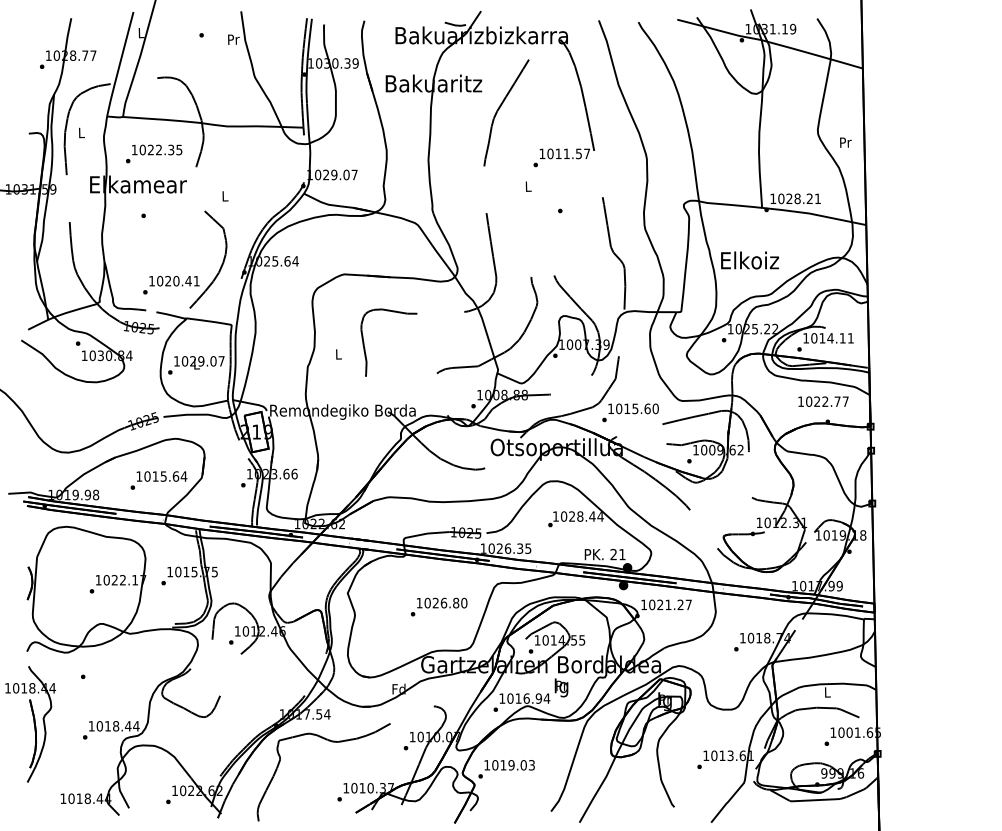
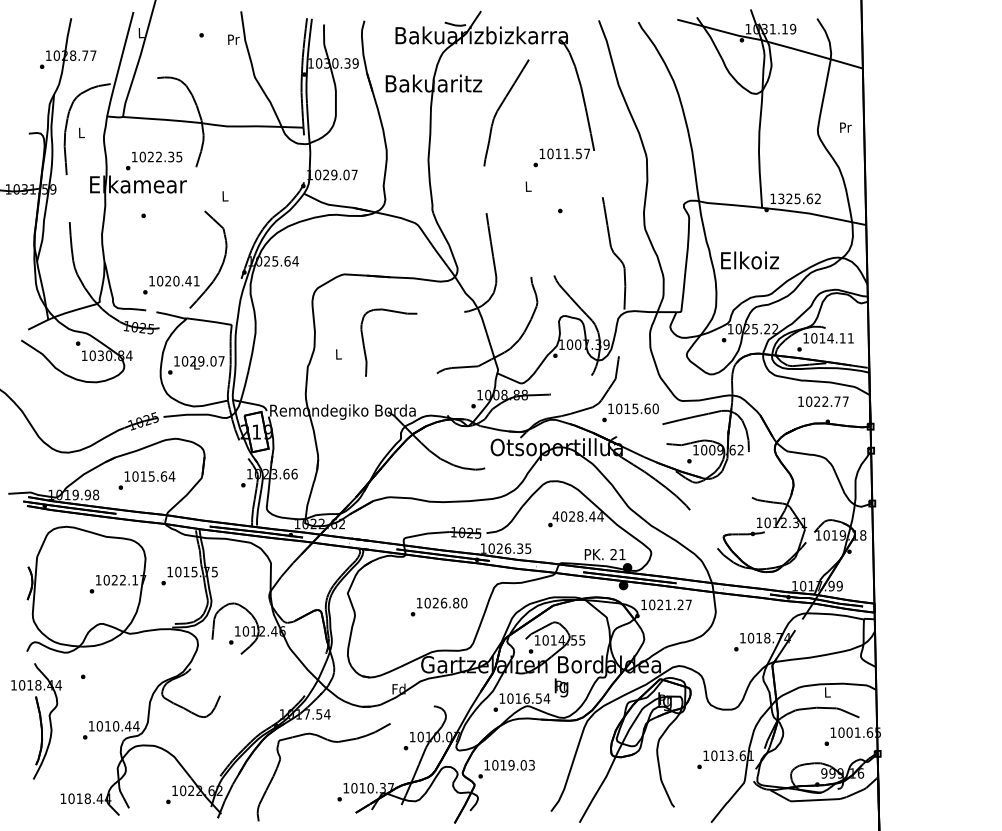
text at (845, 142) position: (845, 142) -> (845, 127)
text at (154, 153) position: (154, 153) -> (154, 160)
text at (799, 198): 1028.21 -> 1325.62
text at (158, 480) position: (158, 480) -> (146, 480)
text at (555, 516): 1028.44 -> 4028.44
text at (538, 698): 1016.94 -> 1016.54
part at (30, 724) position: (30, 724) -> (36, 721)
text at (116, 726): 1018.44 -> 1010.44
